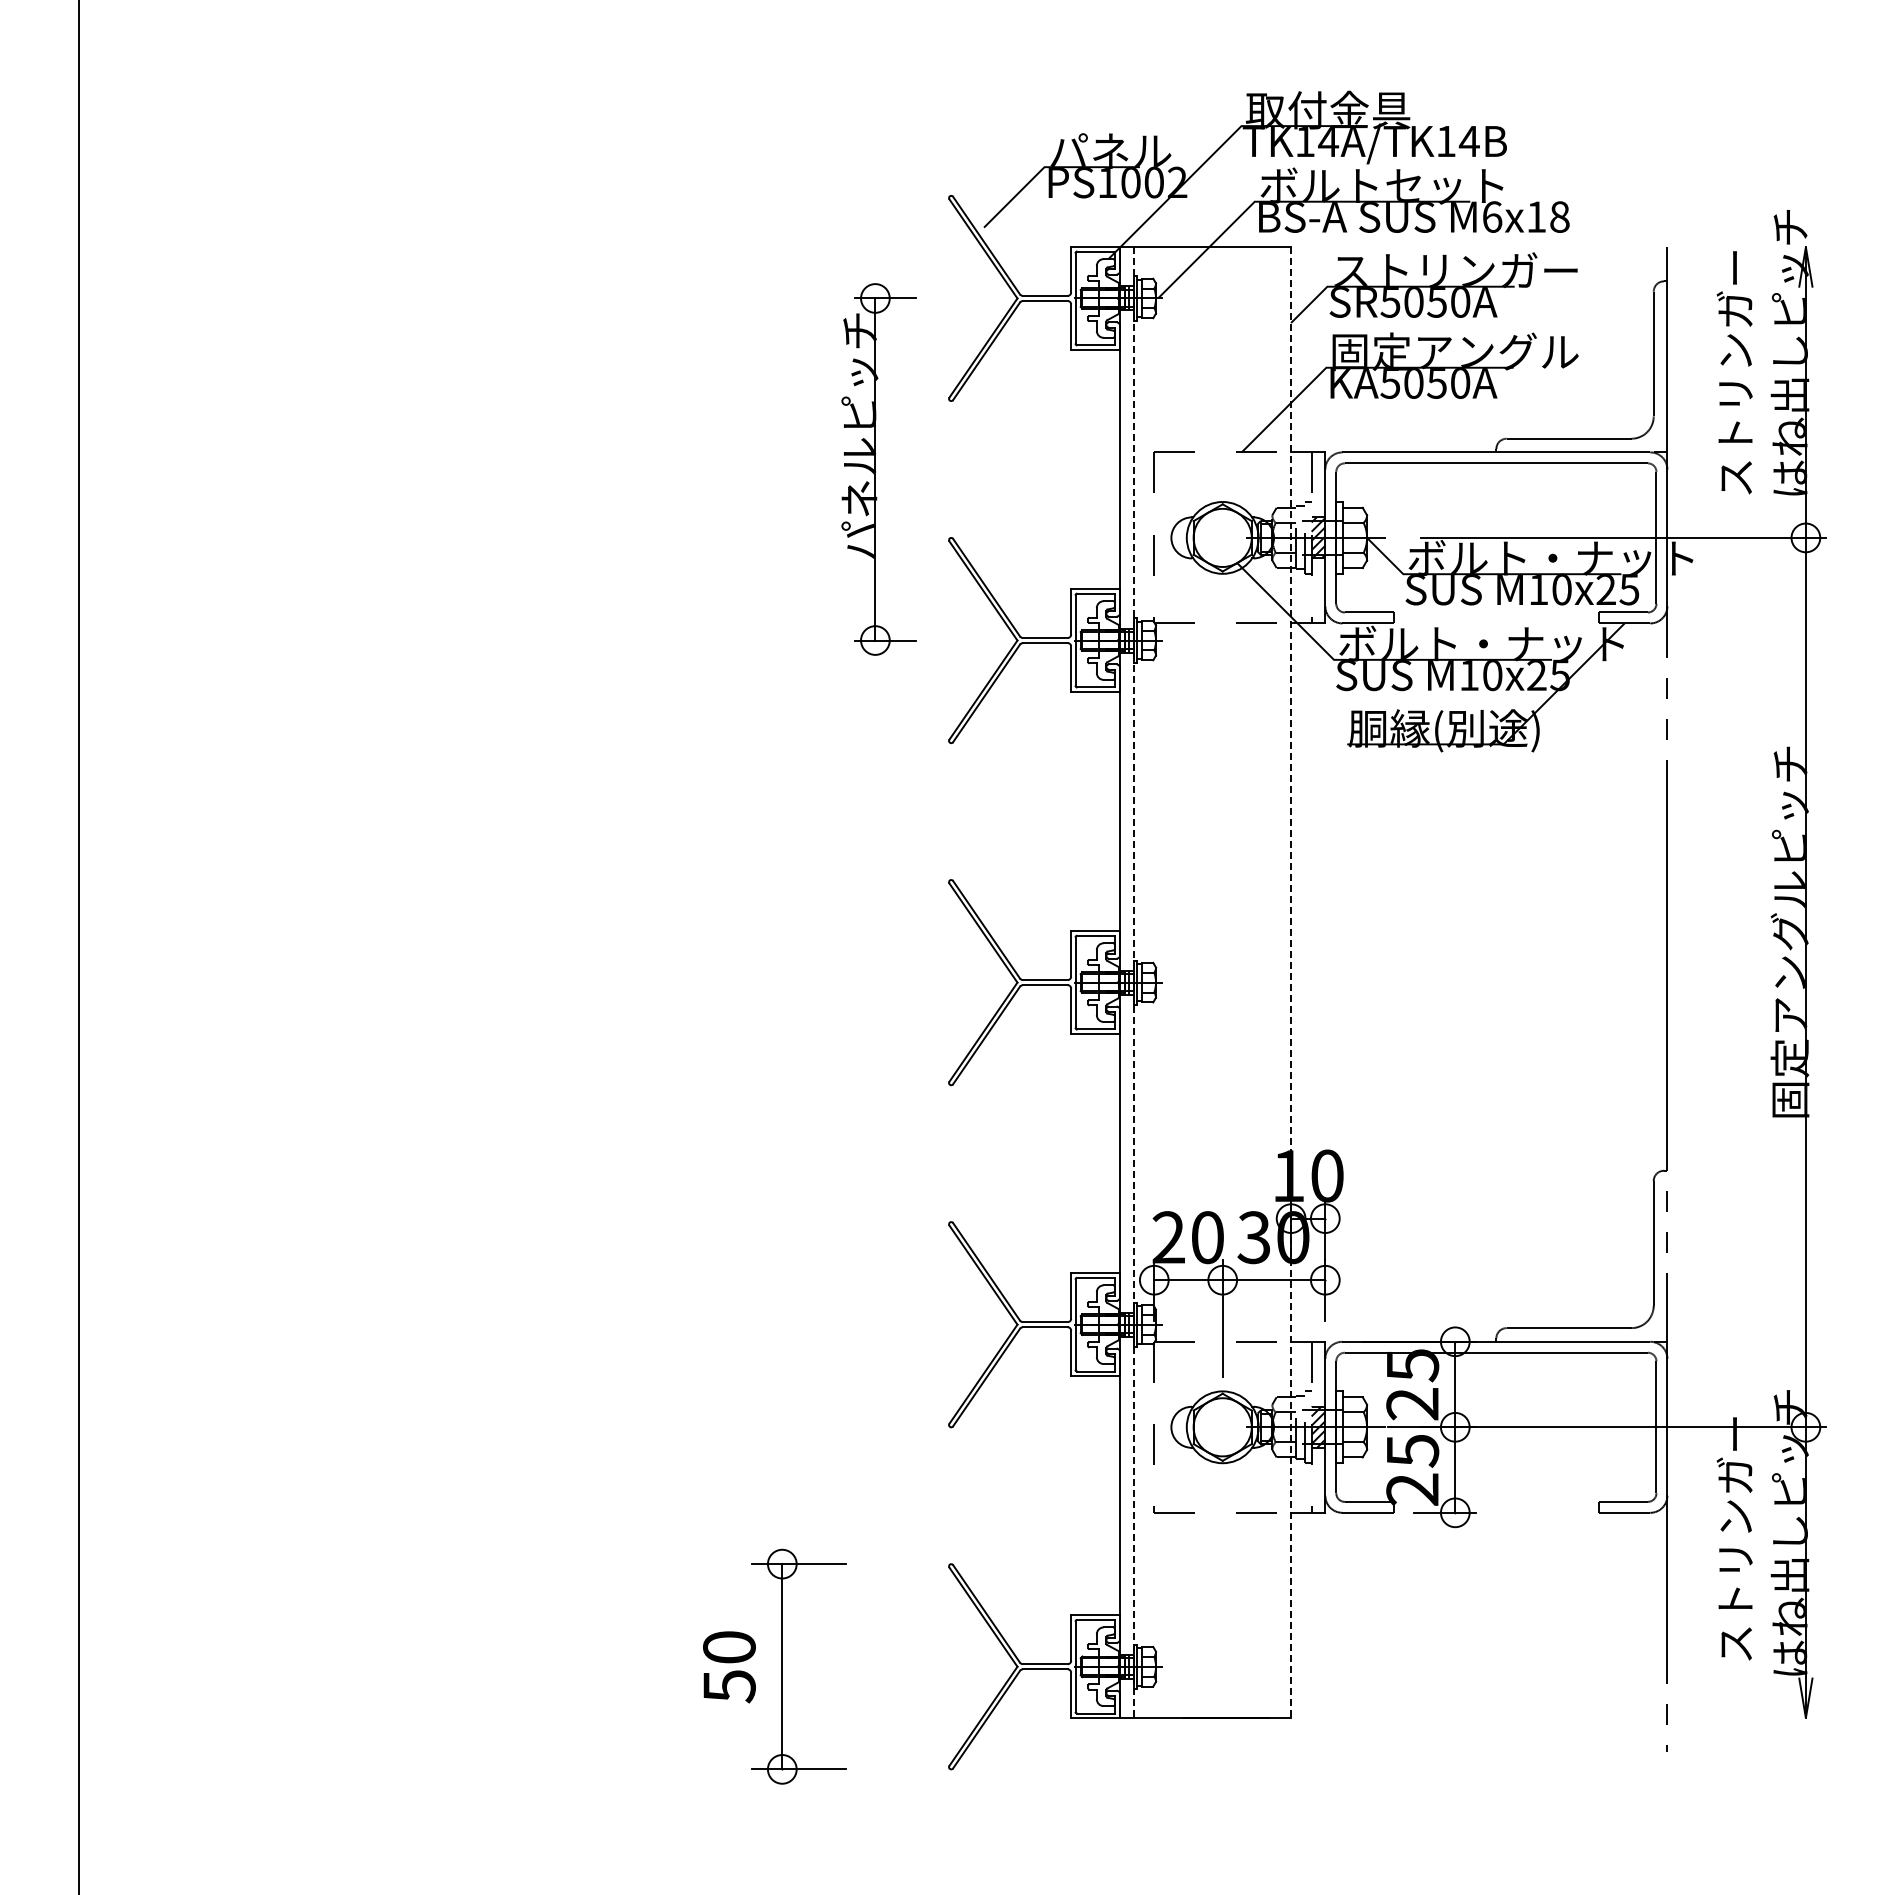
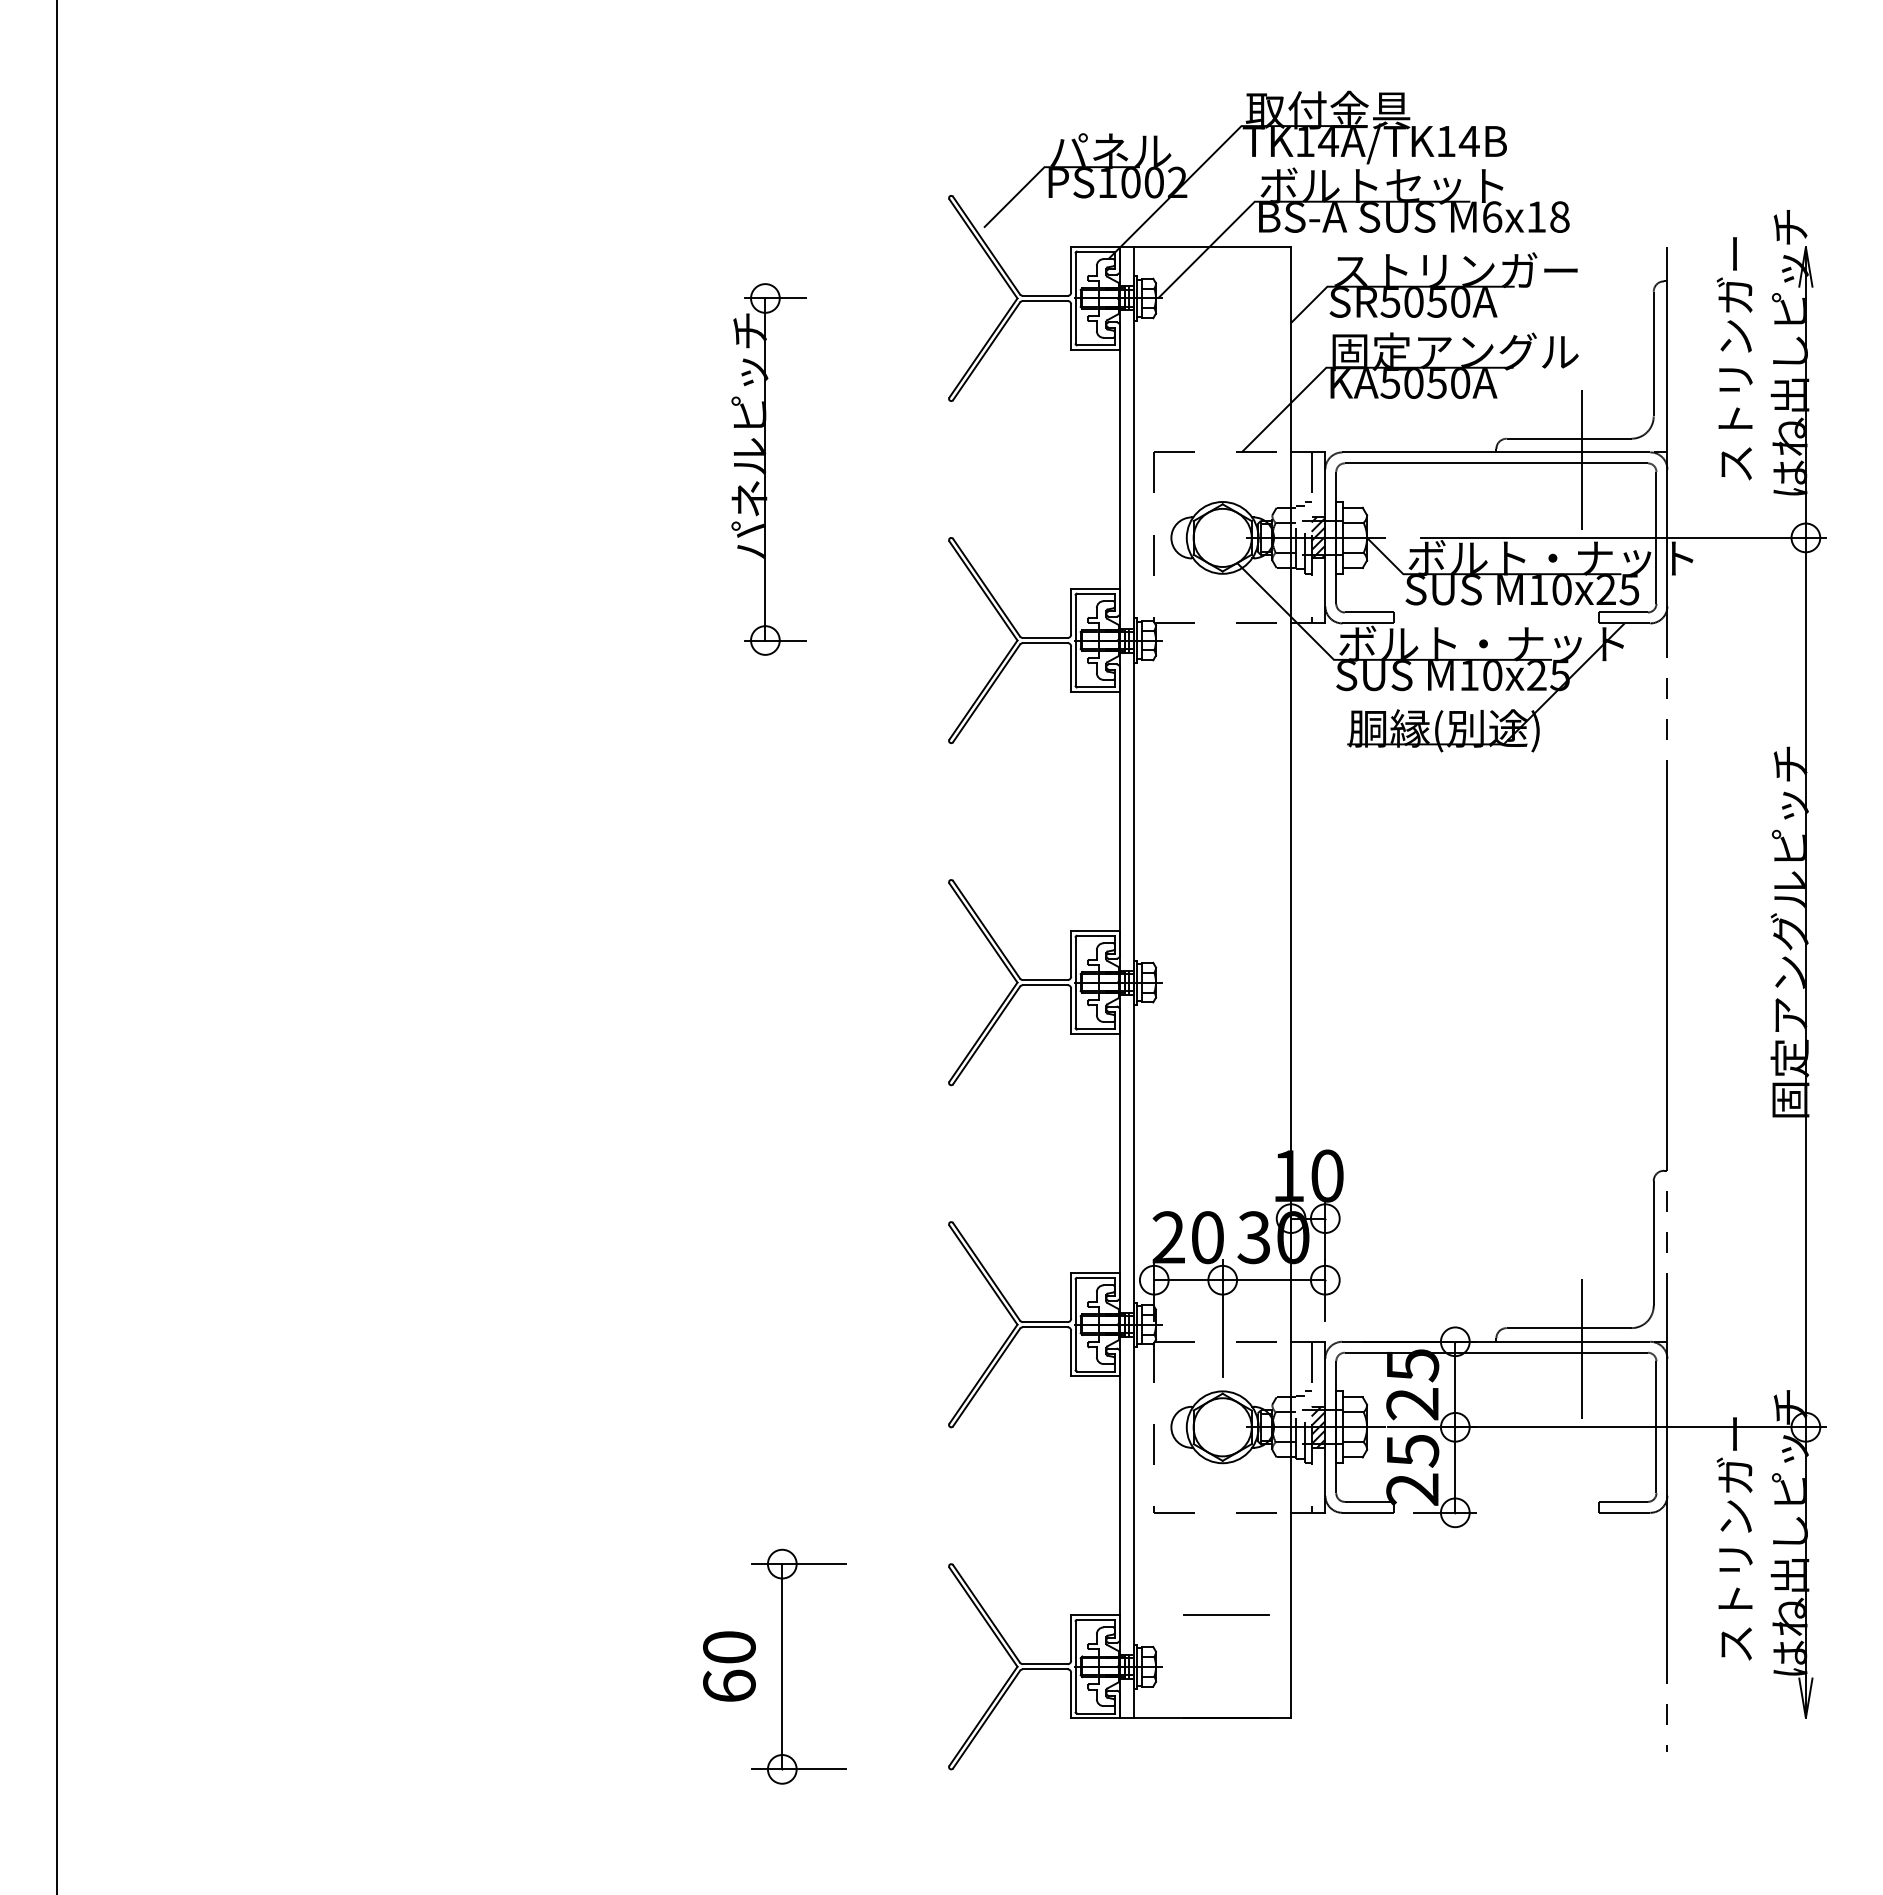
text at (1734, 372) position: (1734, 372) -> (1734, 358)
line at (1581, 459): none -> present
part at (878, 469) position: (878, 469) -> (768, 469)
line at (78, 946) position: (78, 946) -> (56, 946)
line at (1133, 983): dashed -> solid
line at (1291, 983): dashed -> solid
line at (1581, 1349): none -> present
line at (1226, 1615): none -> present
text at (729, 1686): 50 -> 60
